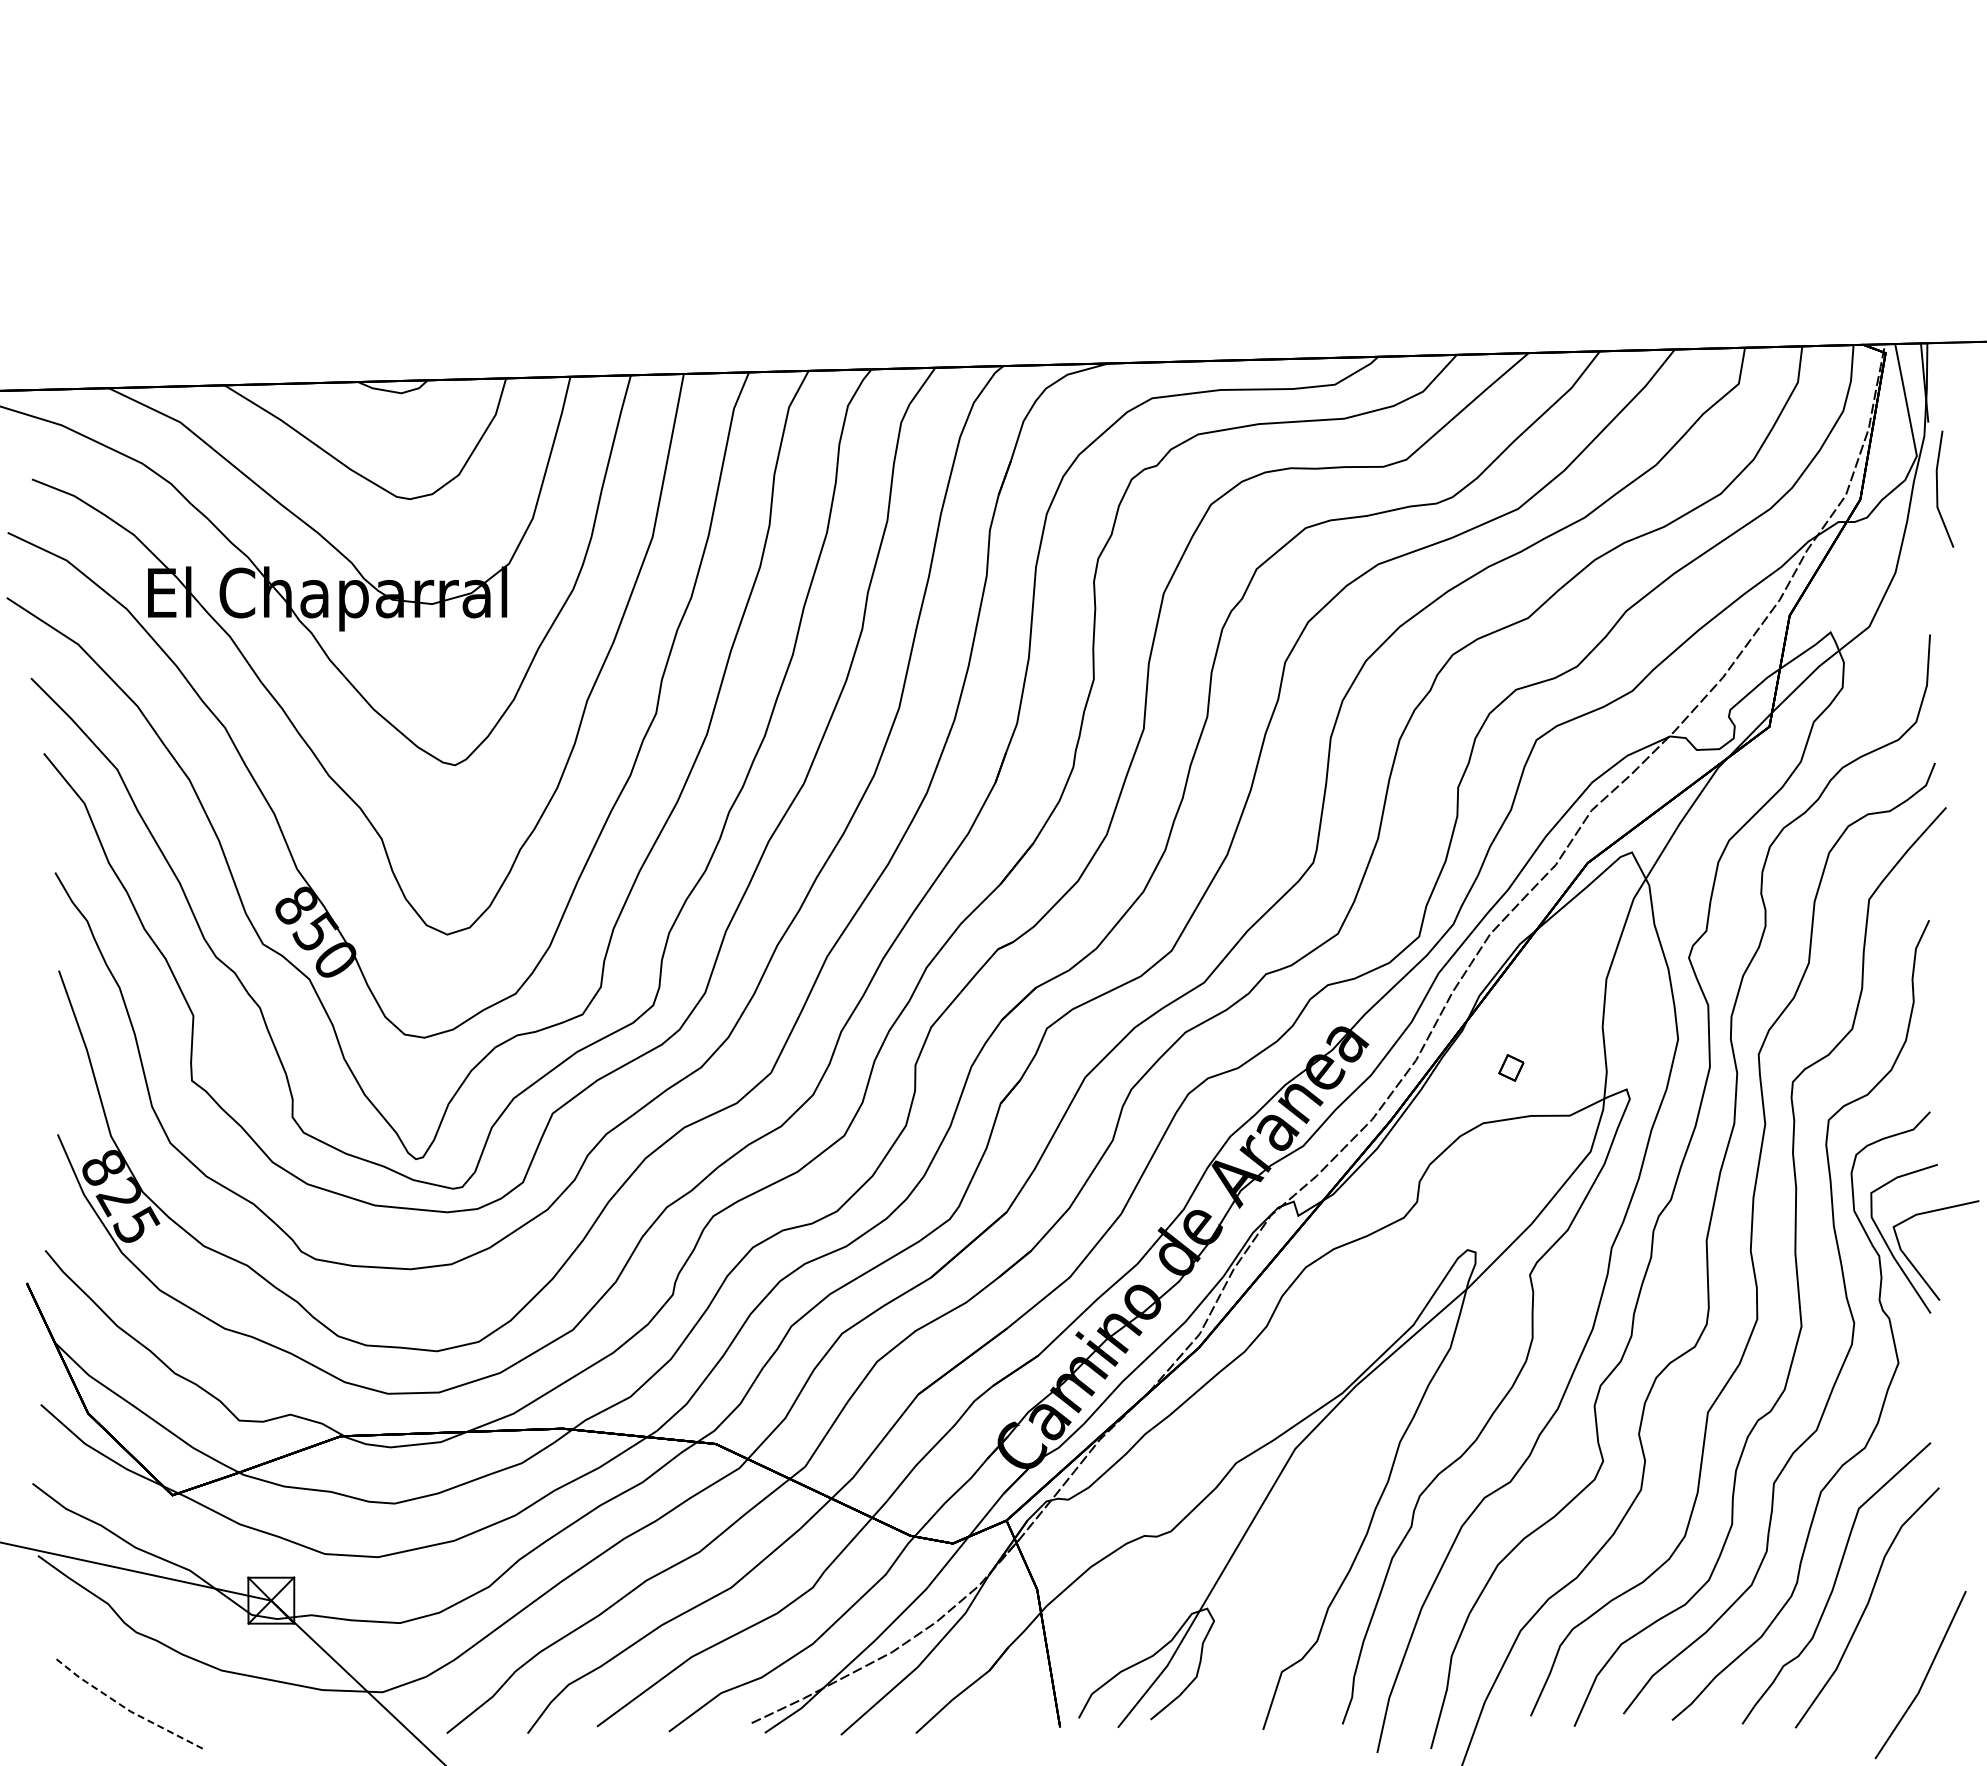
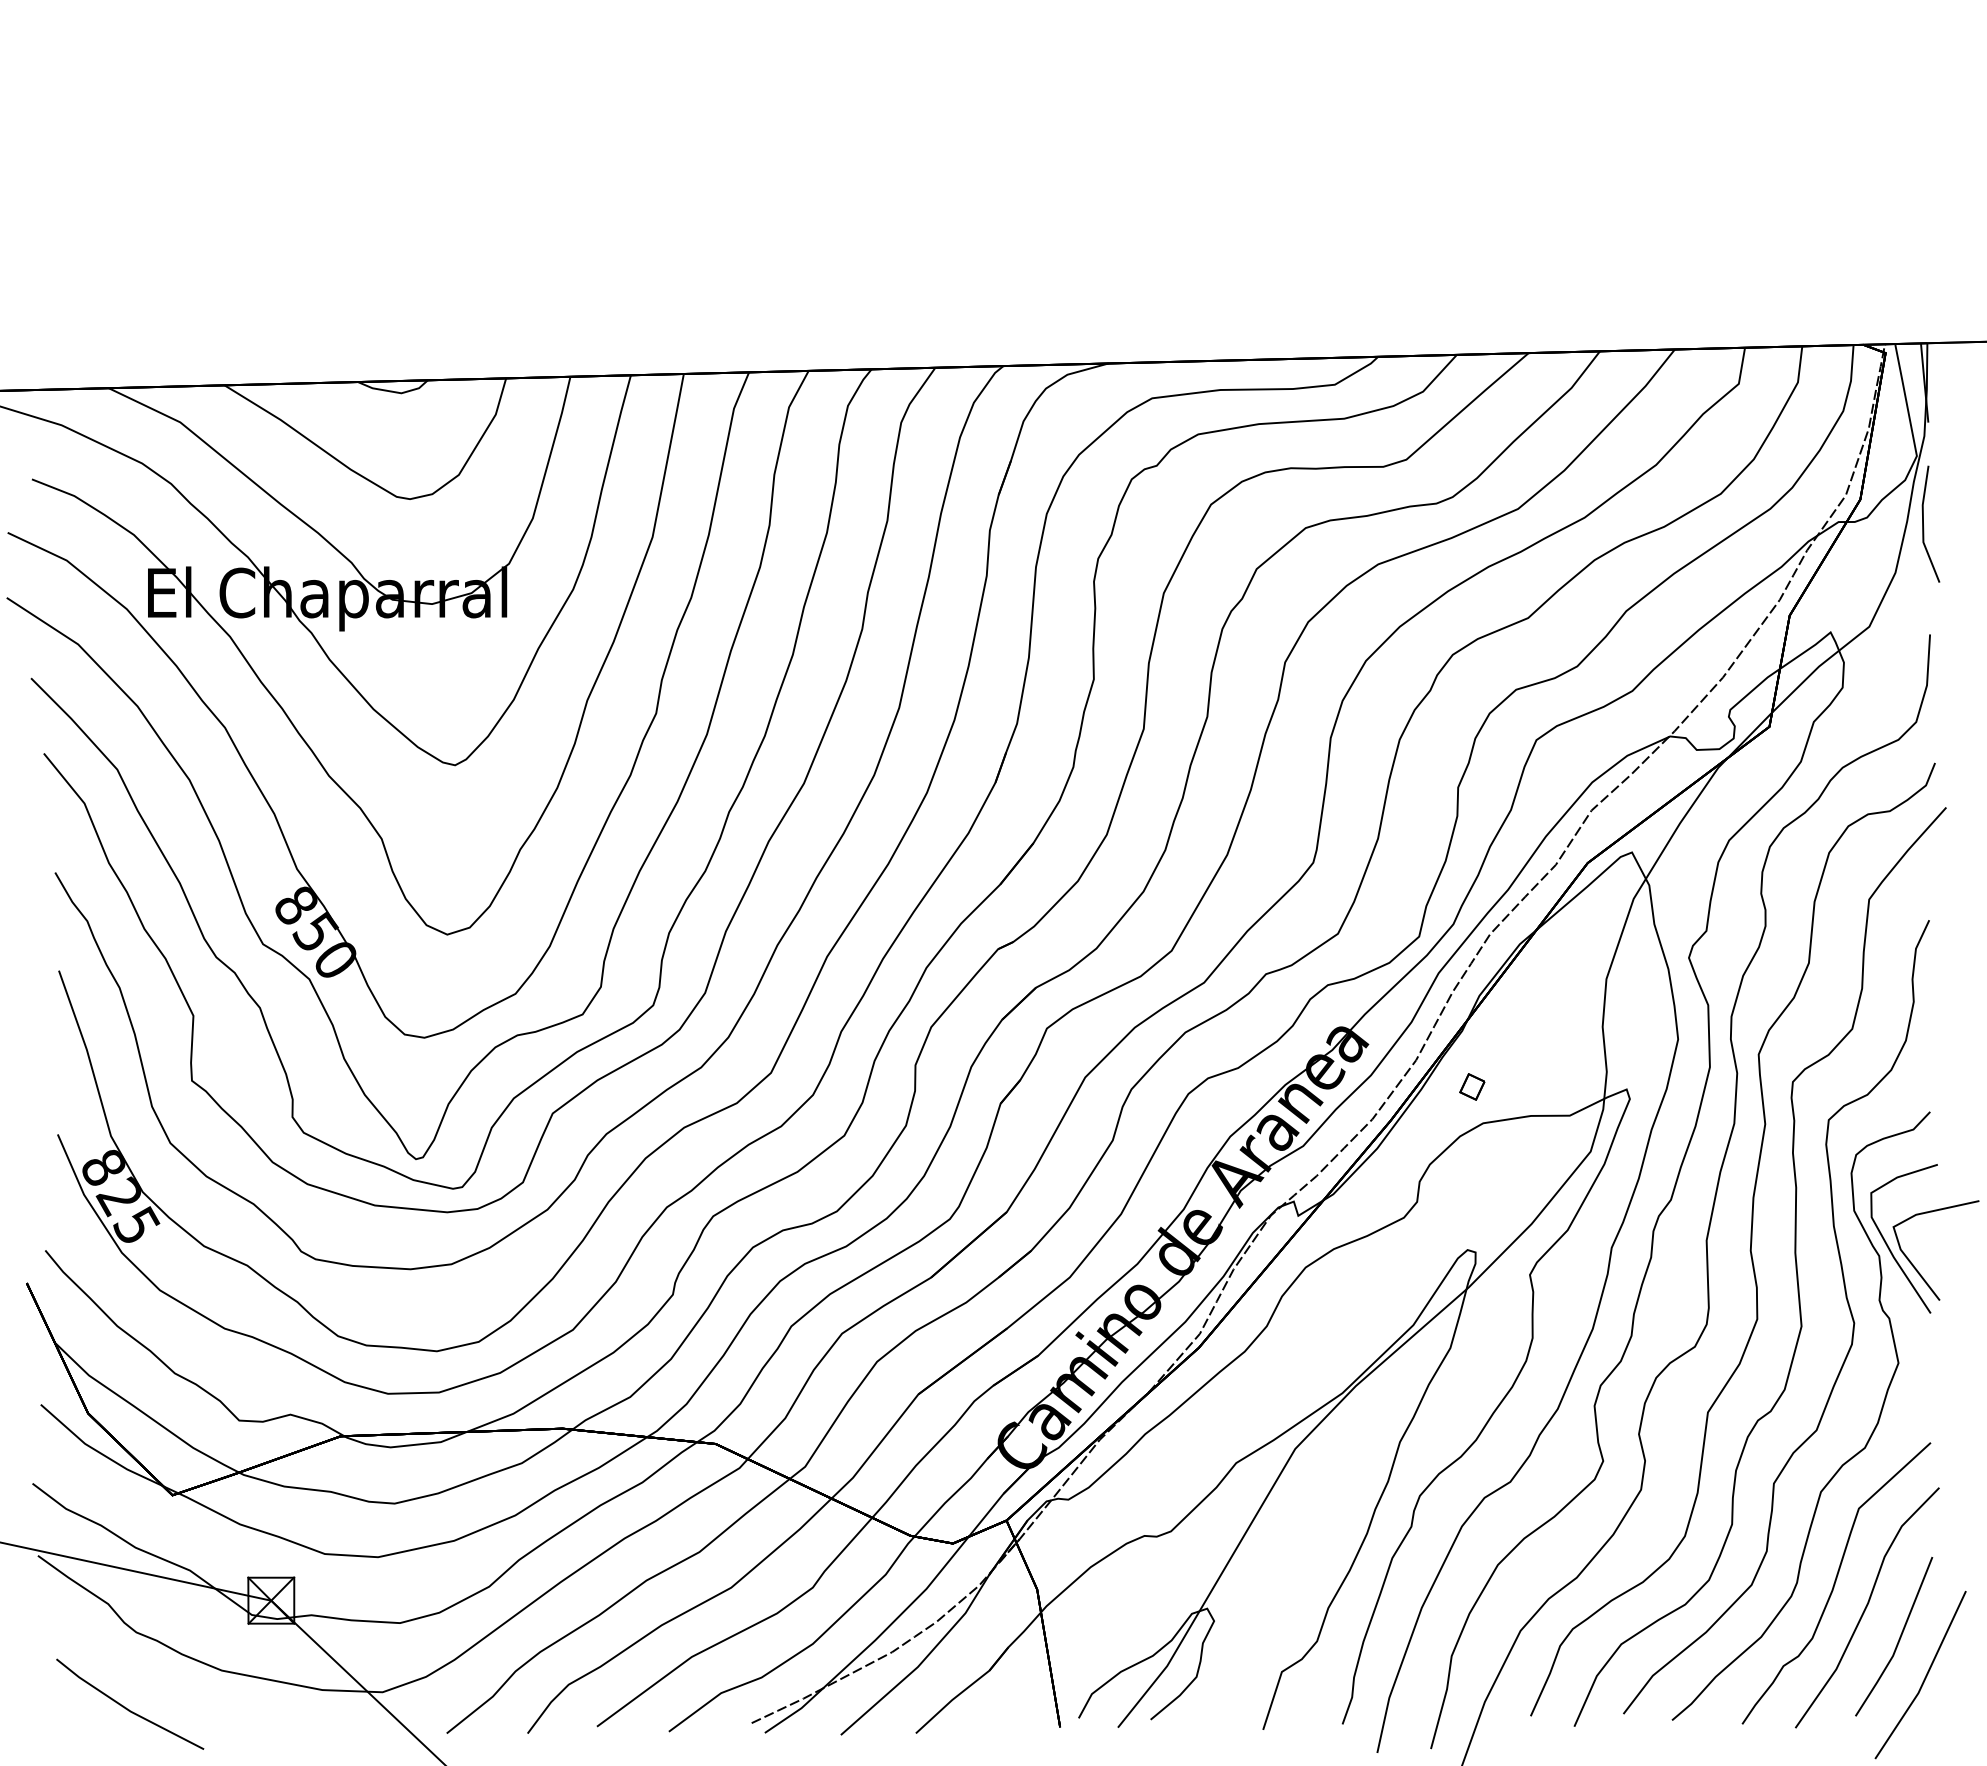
line at (1937, 488) position: (1937, 488) -> (1923, 523)
part at (1511, 1067) position: (1511, 1067) -> (1472, 1086)
line at (1899, 1636): none -> present
line at (127, 1709): dashed -> solid
